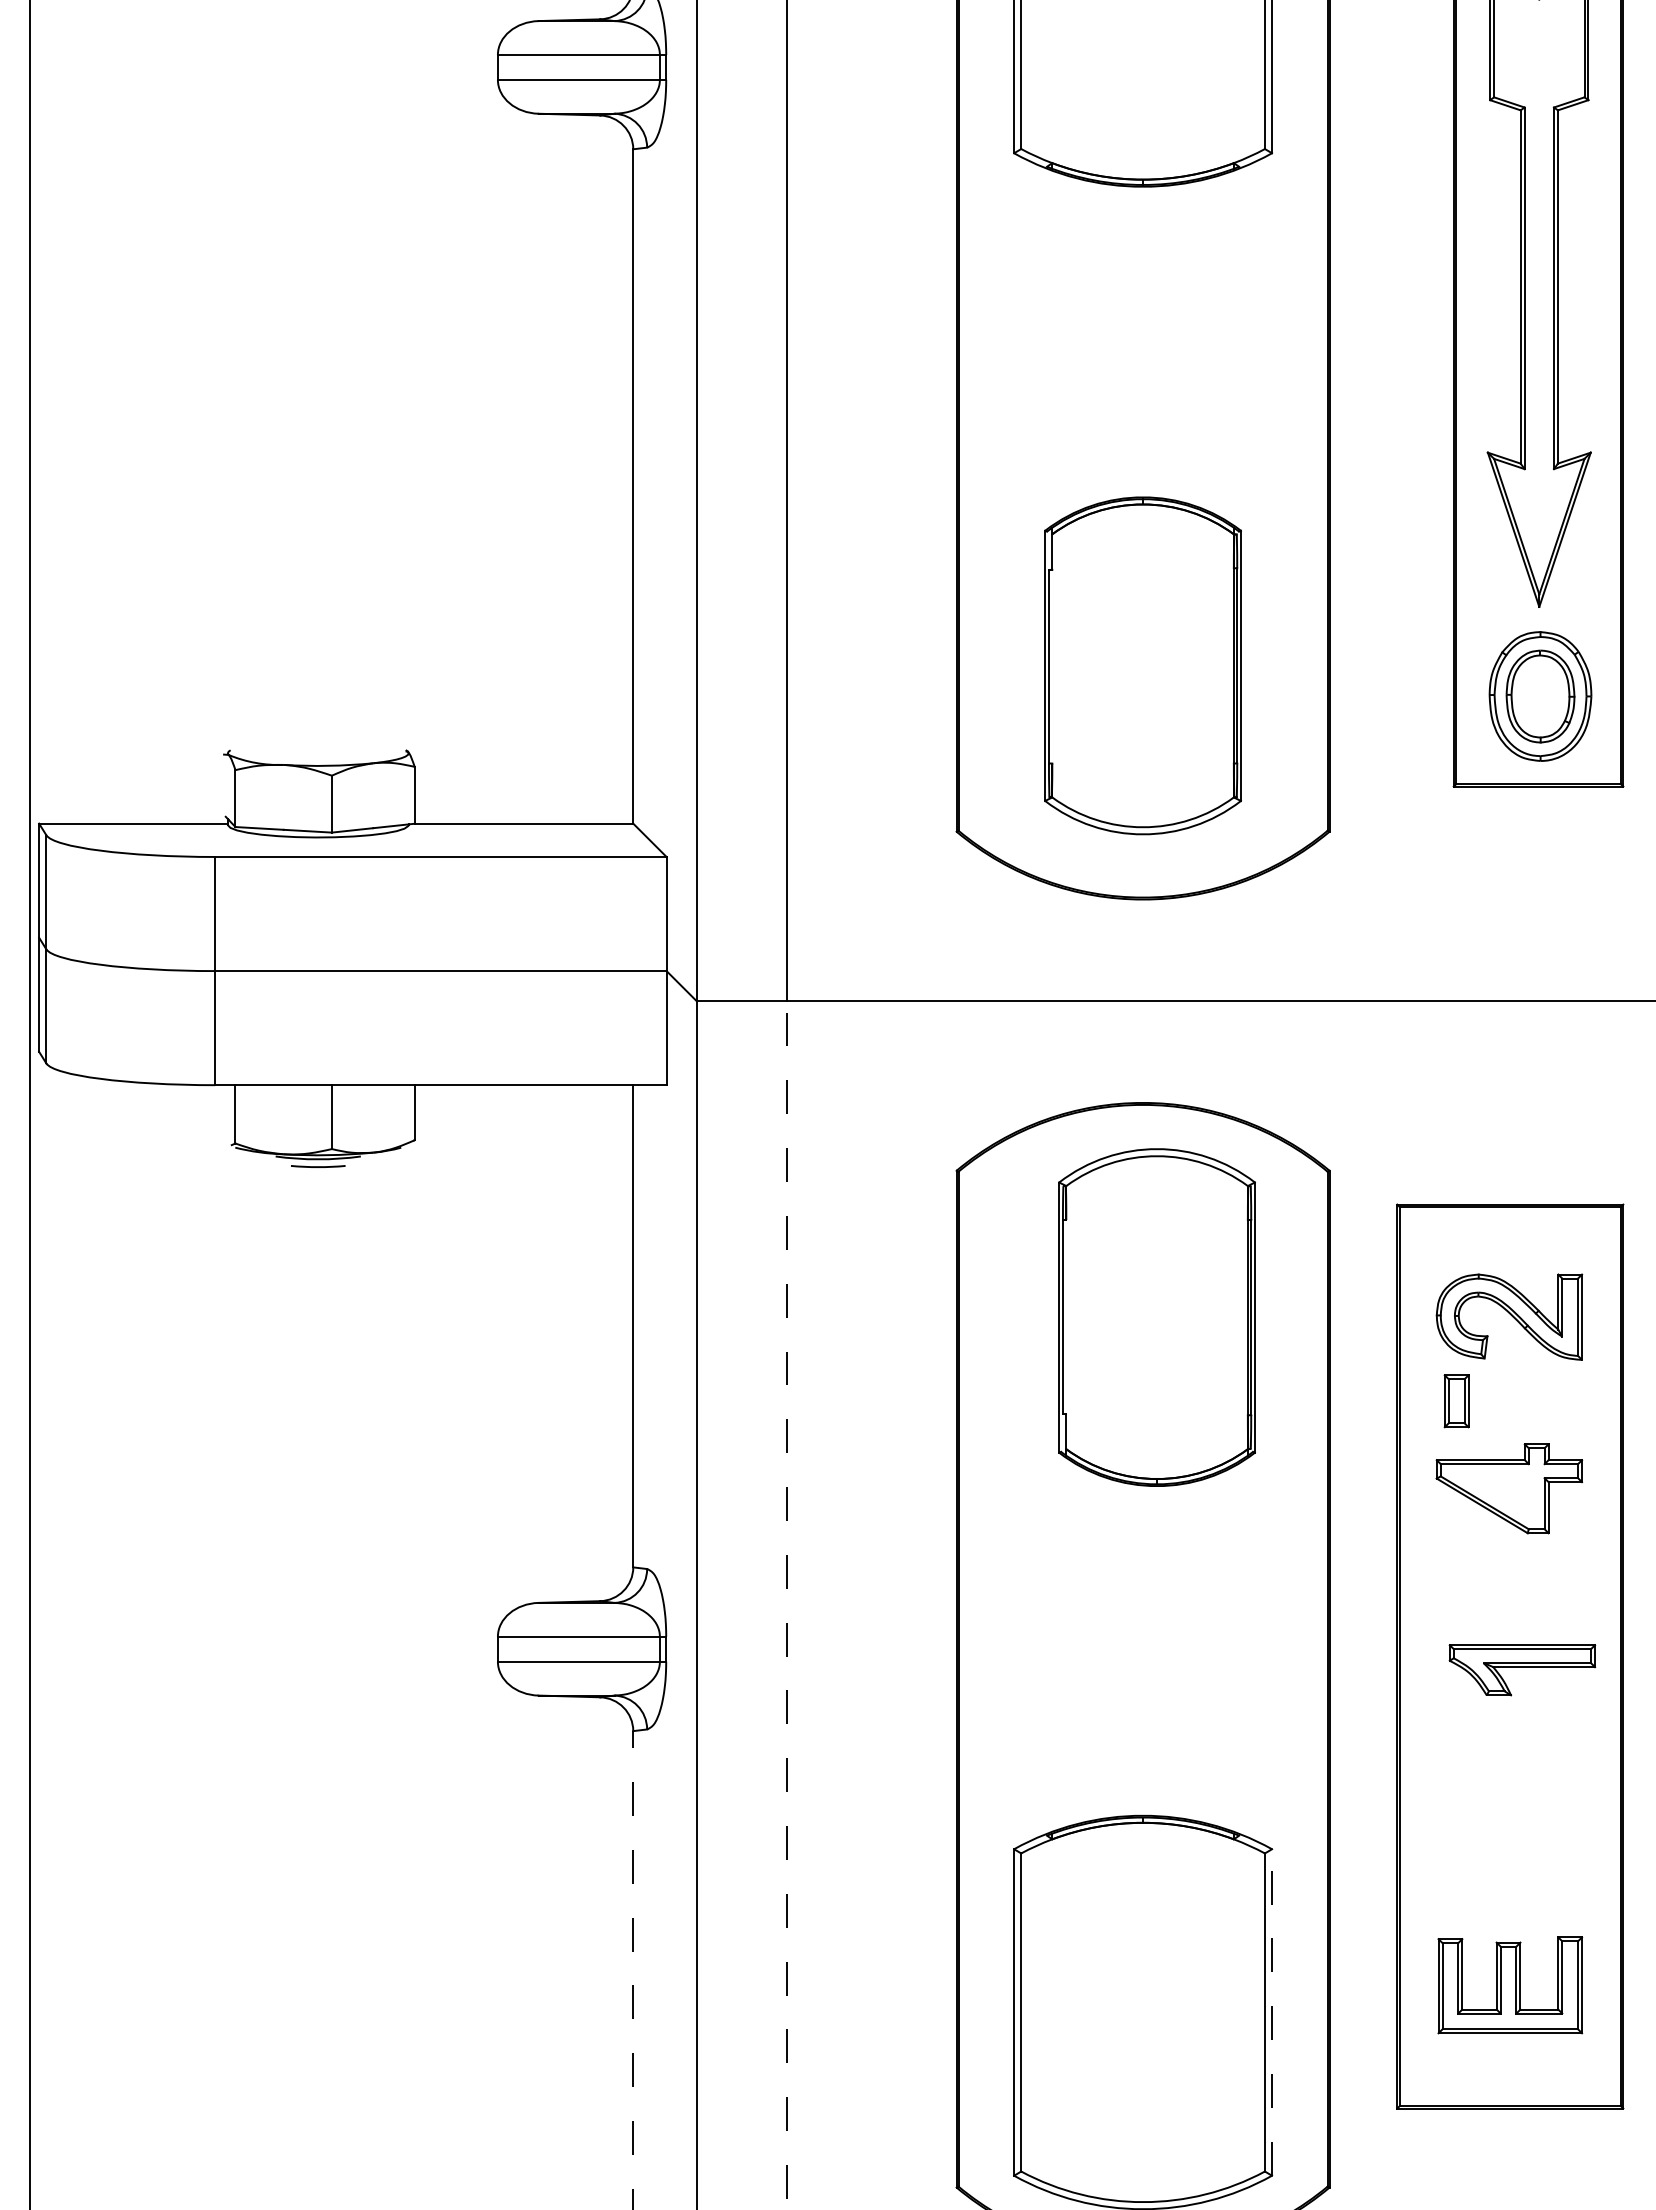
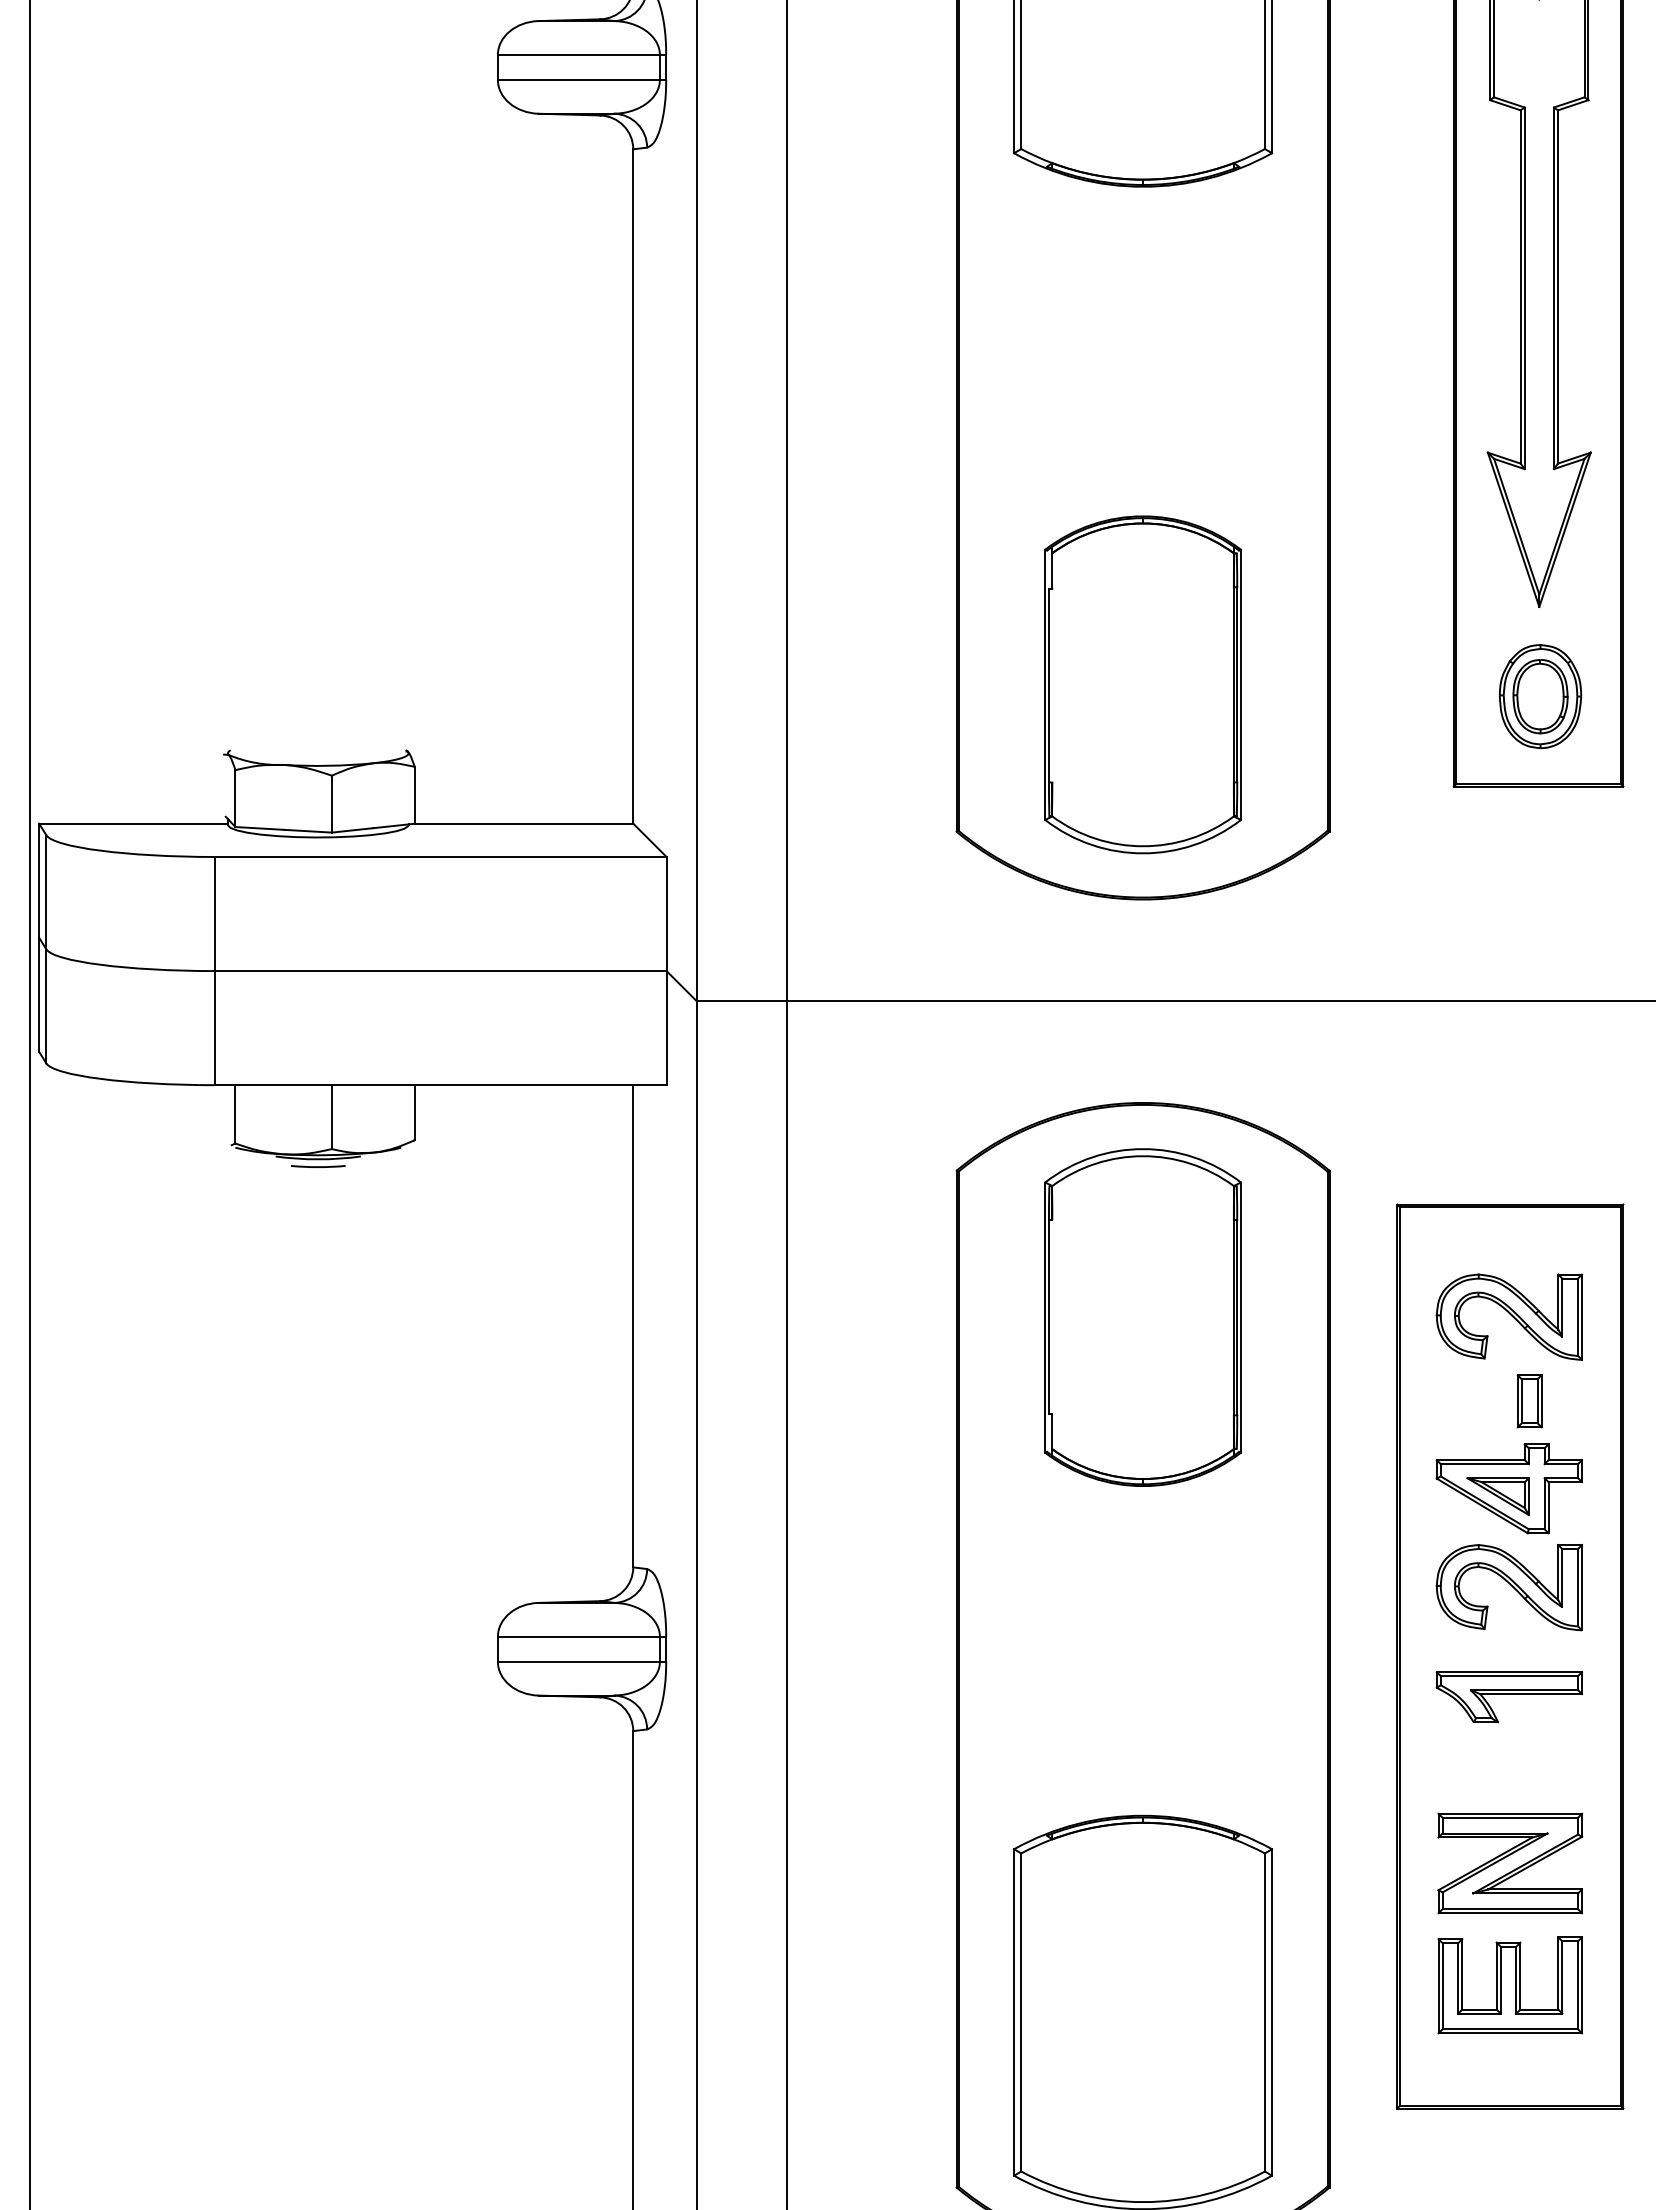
part at (1142, 665) position: (1142, 665) -> (1142, 684)
part at (1540, 696) size: 105x131 px -> 85x106 px
part at (1156, 1317) position: (1156, 1317) -> (1142, 1317)
part at (1456, 1401) position: (1456, 1401) -> (1529, 1401)
part at (1497, 1496): none -> present
part at (1508, 1587): none -> present
line at (787, 1605): dashed -> solid
part at (1522, 1670) position: (1522, 1670) -> (1509, 1697)
part at (1510, 1863): none -> present
line at (633, 1970): dashed -> solid
line at (1272, 2011): dashed -> solid
